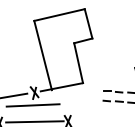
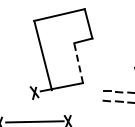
line at (78, 62): solid -> dashed
line at (14, 95): present -> none
line at (32, 105): present -> none
